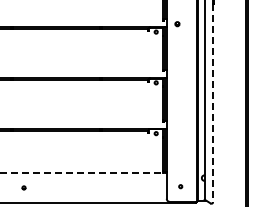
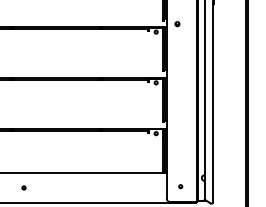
line at (212, 103): dashed -> solid
line at (83, 172): dashed -> solid
